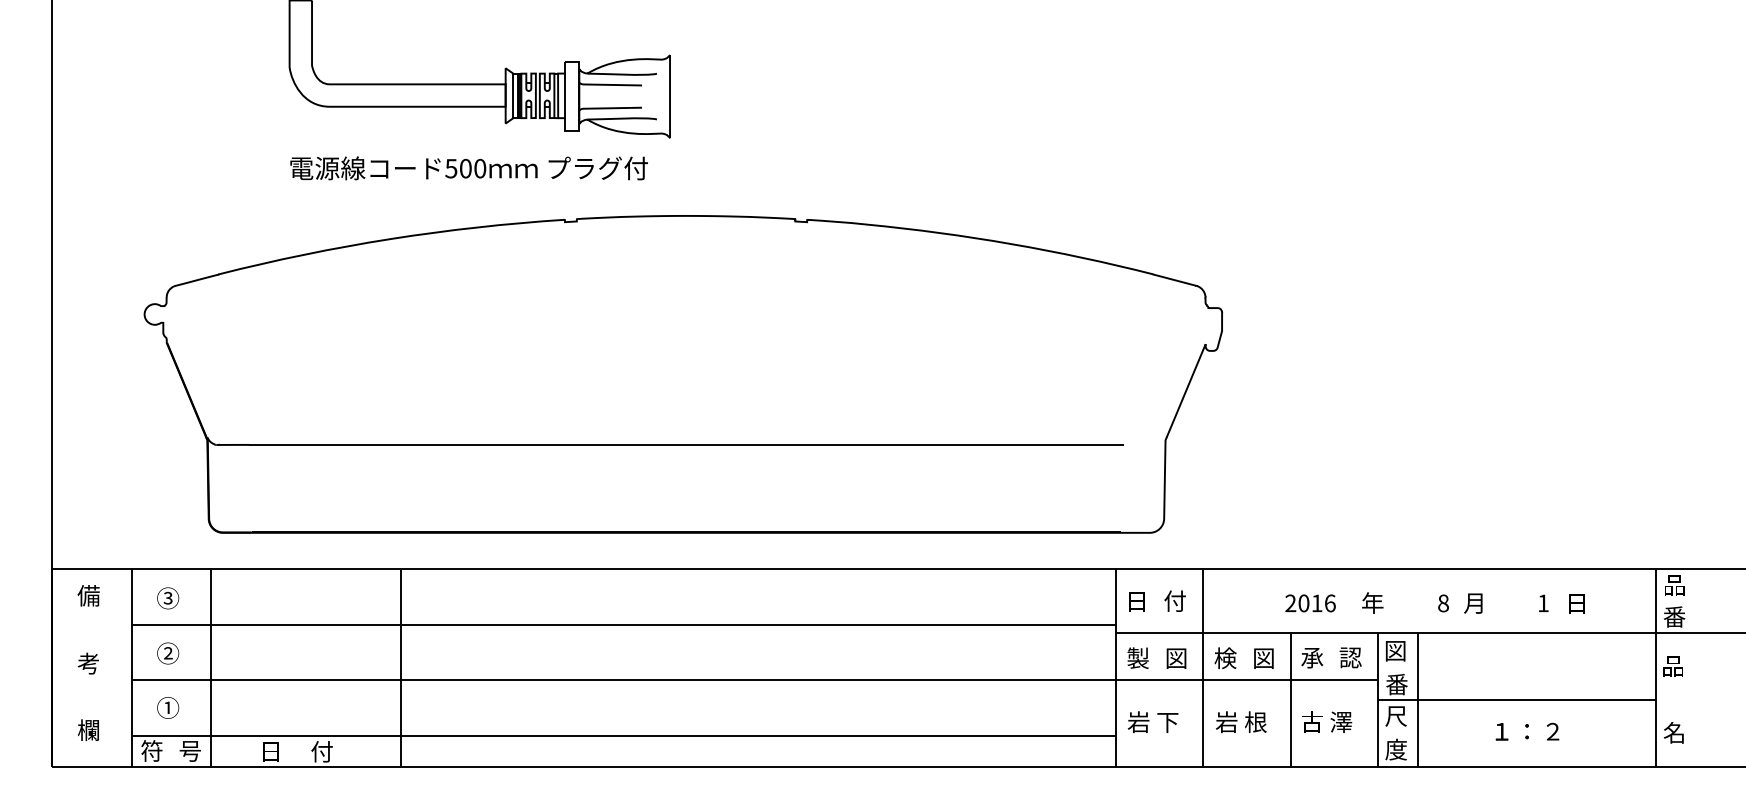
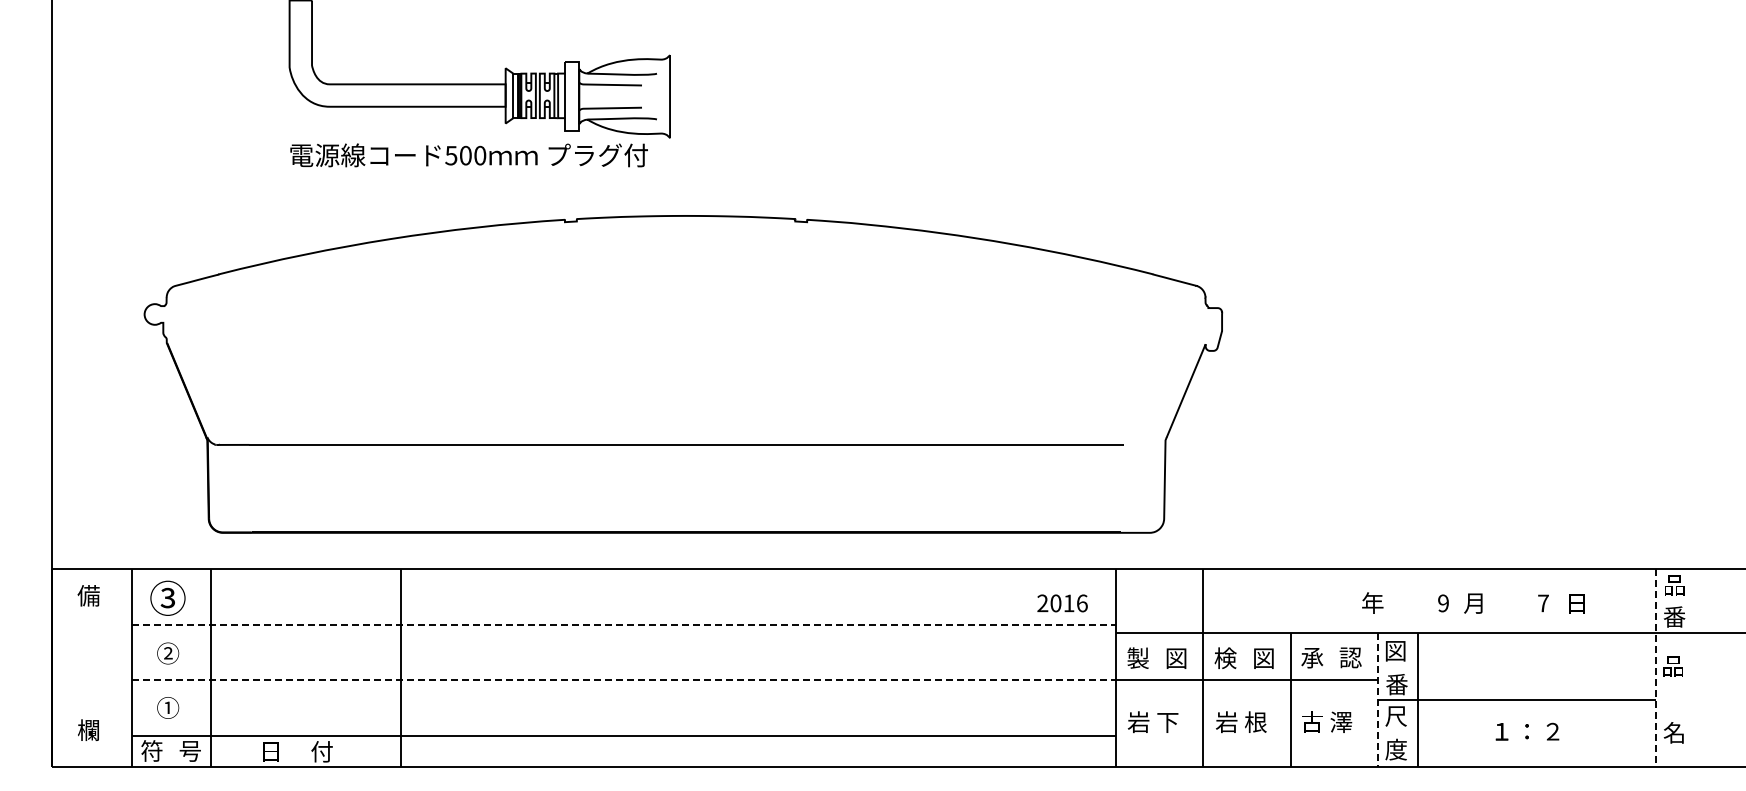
text at (468, 168) position: (468, 168) -> (468, 155)
part at (168, 598) size: 23x23 px -> 36x36 px
part at (1164, 600): present -> none
text at (1310, 603) position: (1310, 603) -> (1062, 603)
text at (1443, 603): 8 -> 9
text at (1543, 603): 1 -> 7
line at (624, 624): solid -> dashed
part at (87, 663): present -> none
line at (1655, 668): solid -> dashed
line at (624, 680): solid -> dashed
line at (1378, 700): solid -> dashed
